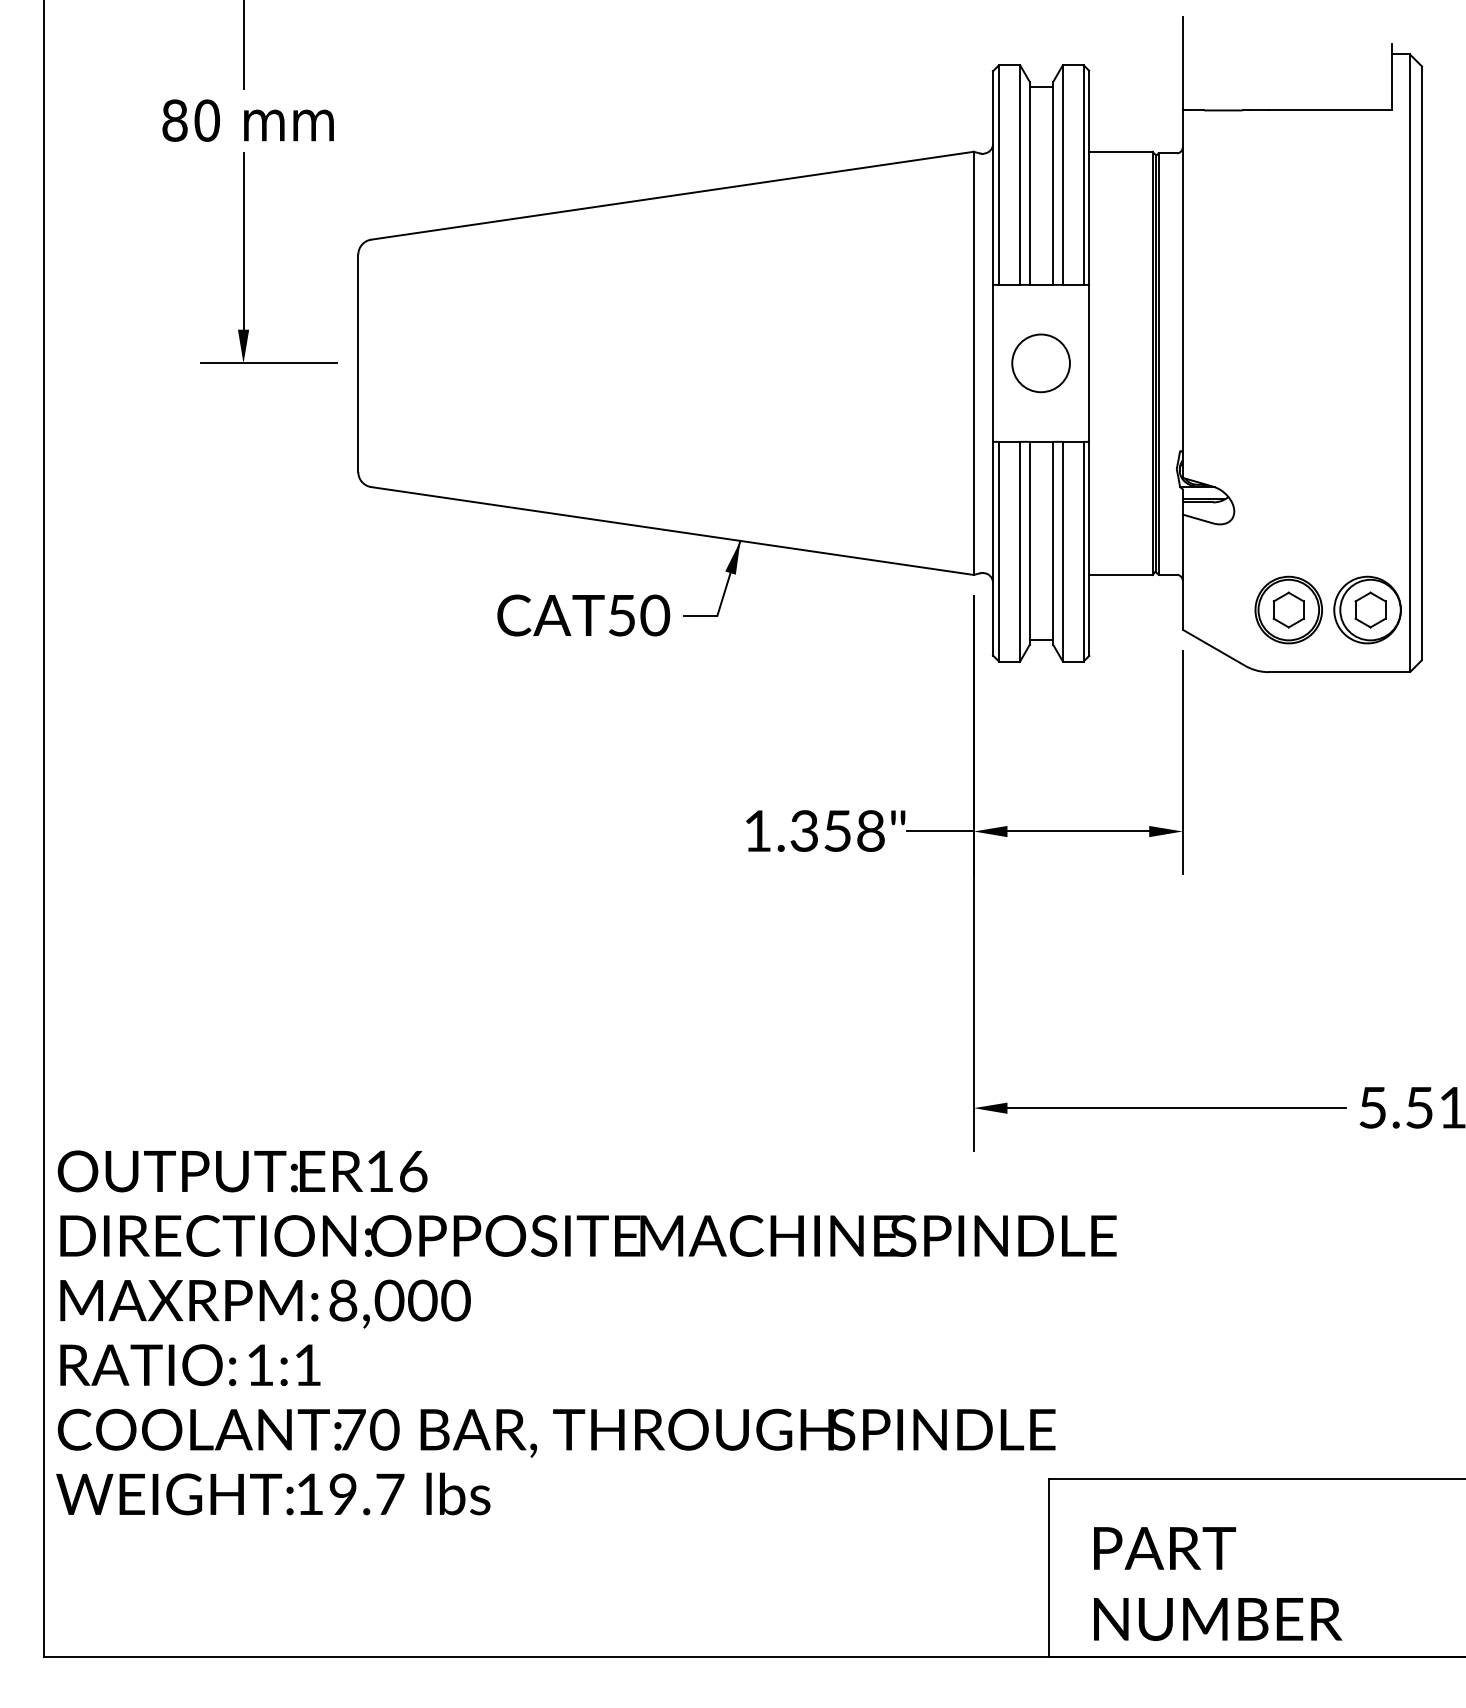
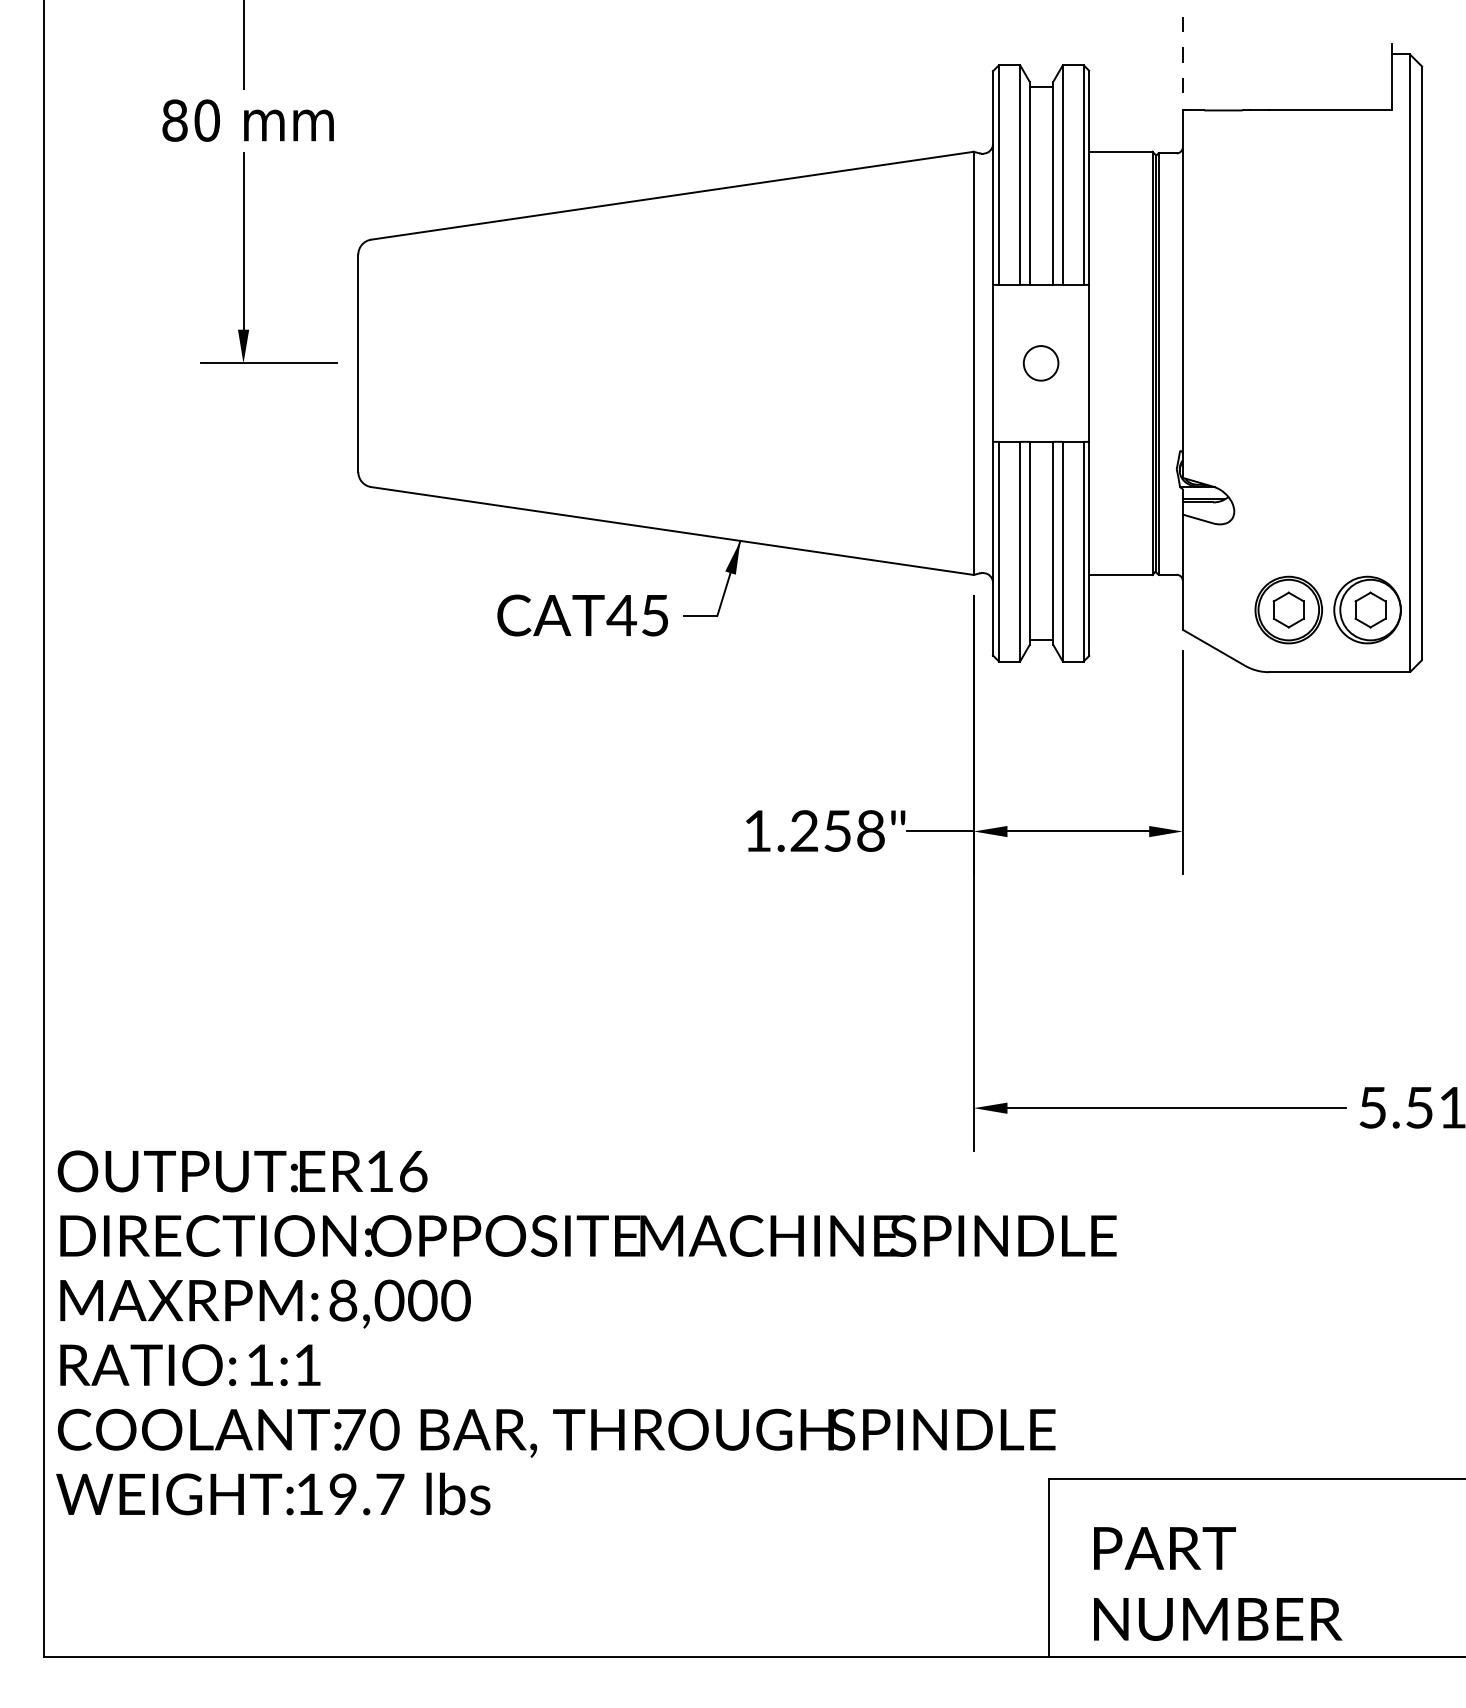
line at (1182, 63): solid -> dashed
circle at (1040, 363) diameter: 58 px -> 35 px
text at (638, 615): CAT50 -> CAT45
text at (803, 831): 1.358" -> 1.258"
